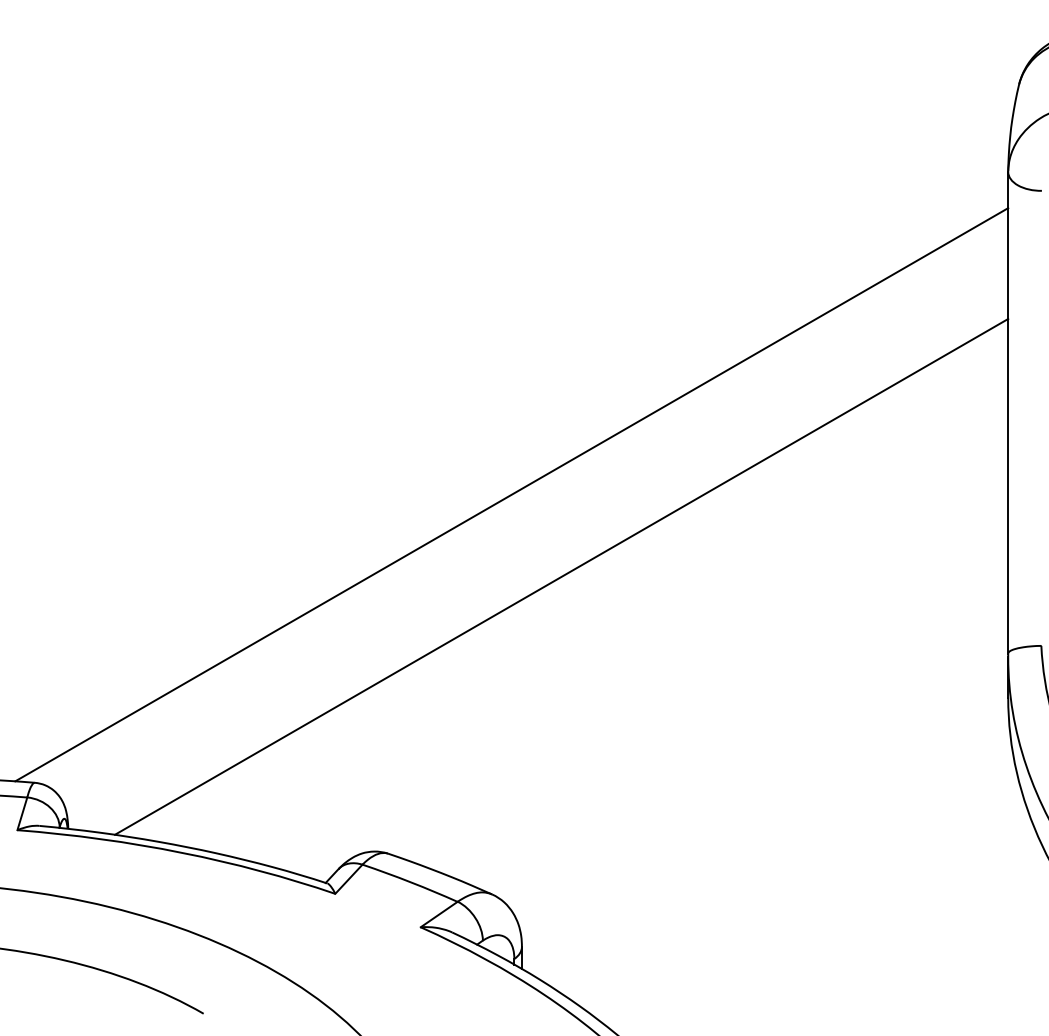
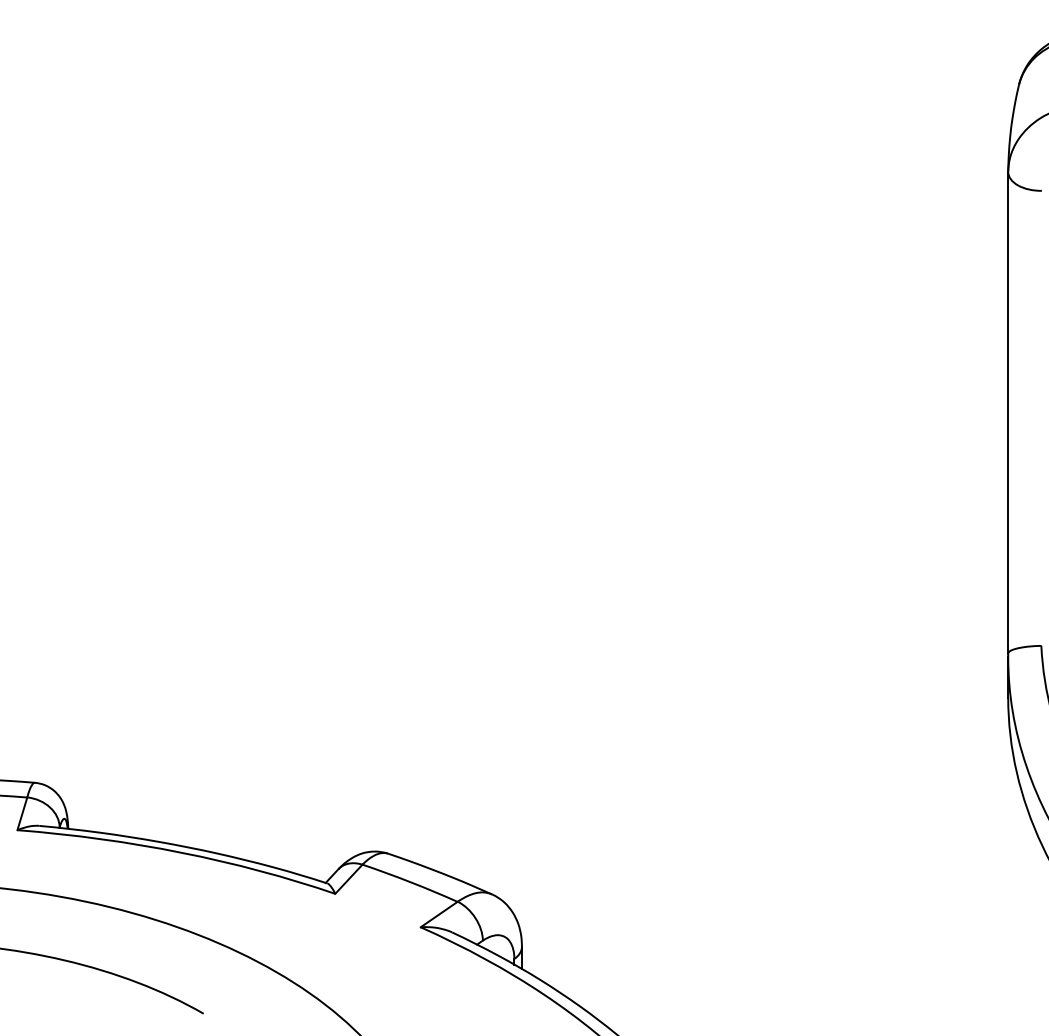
line at (511, 494): present -> none
line at (561, 576): present -> none
